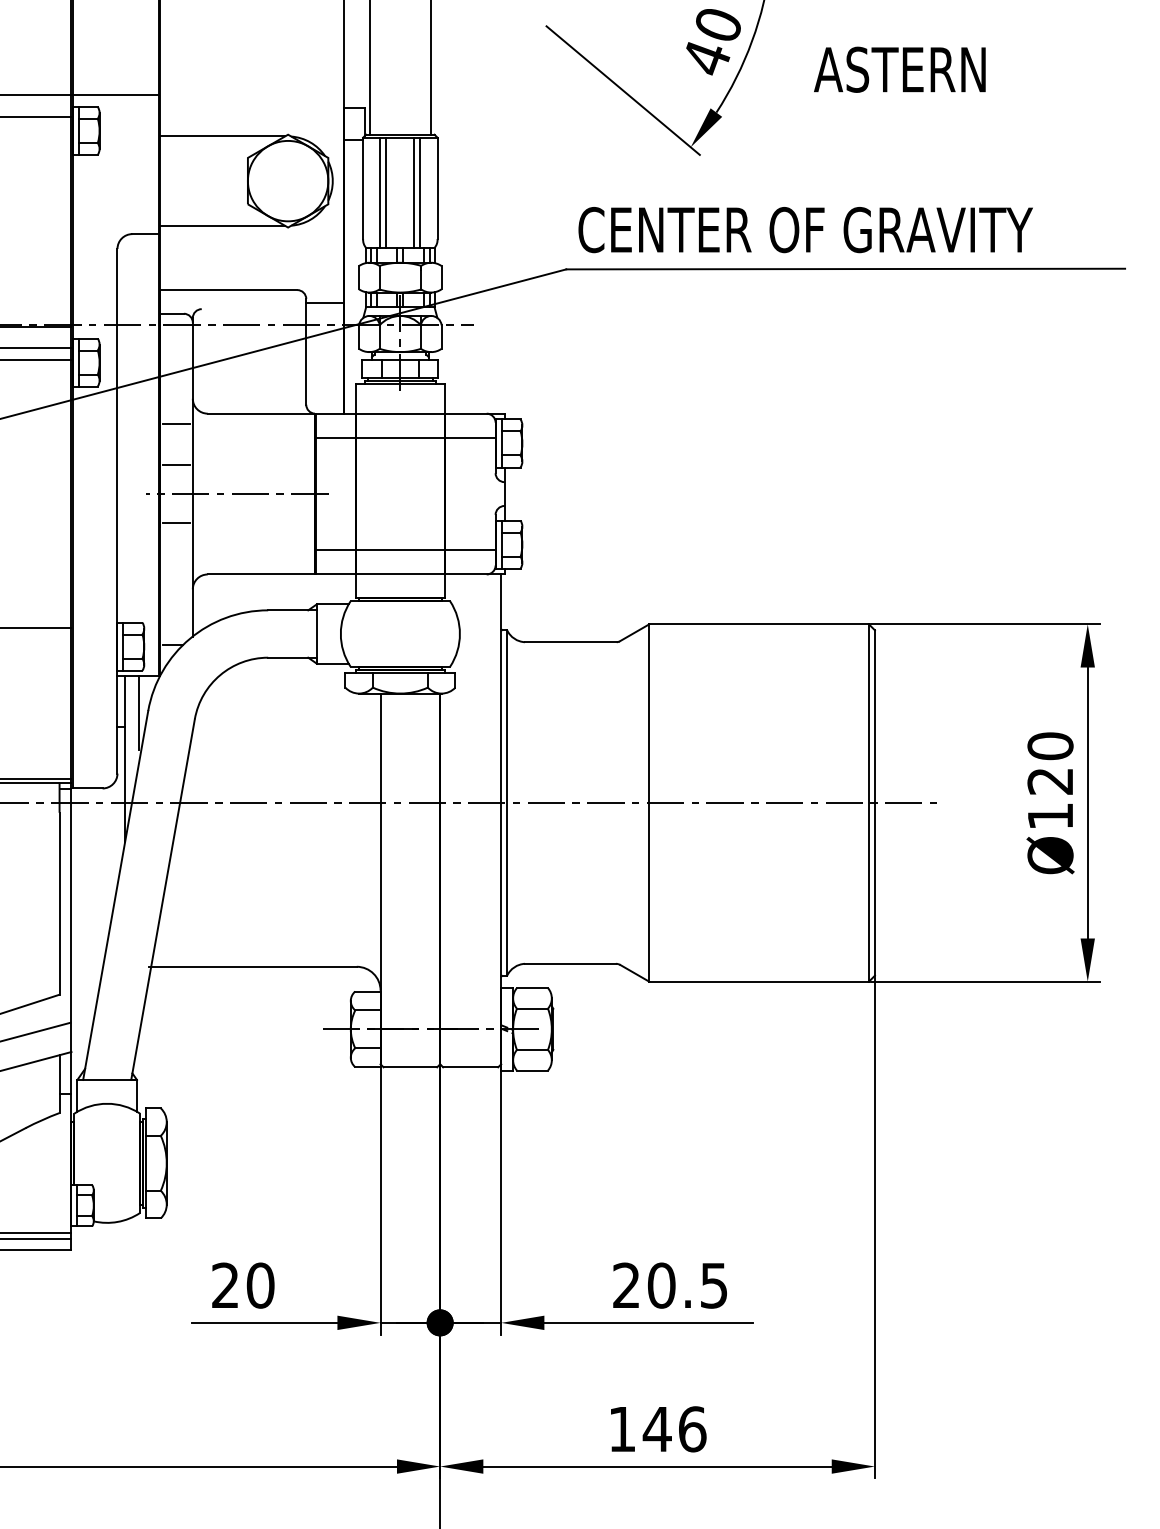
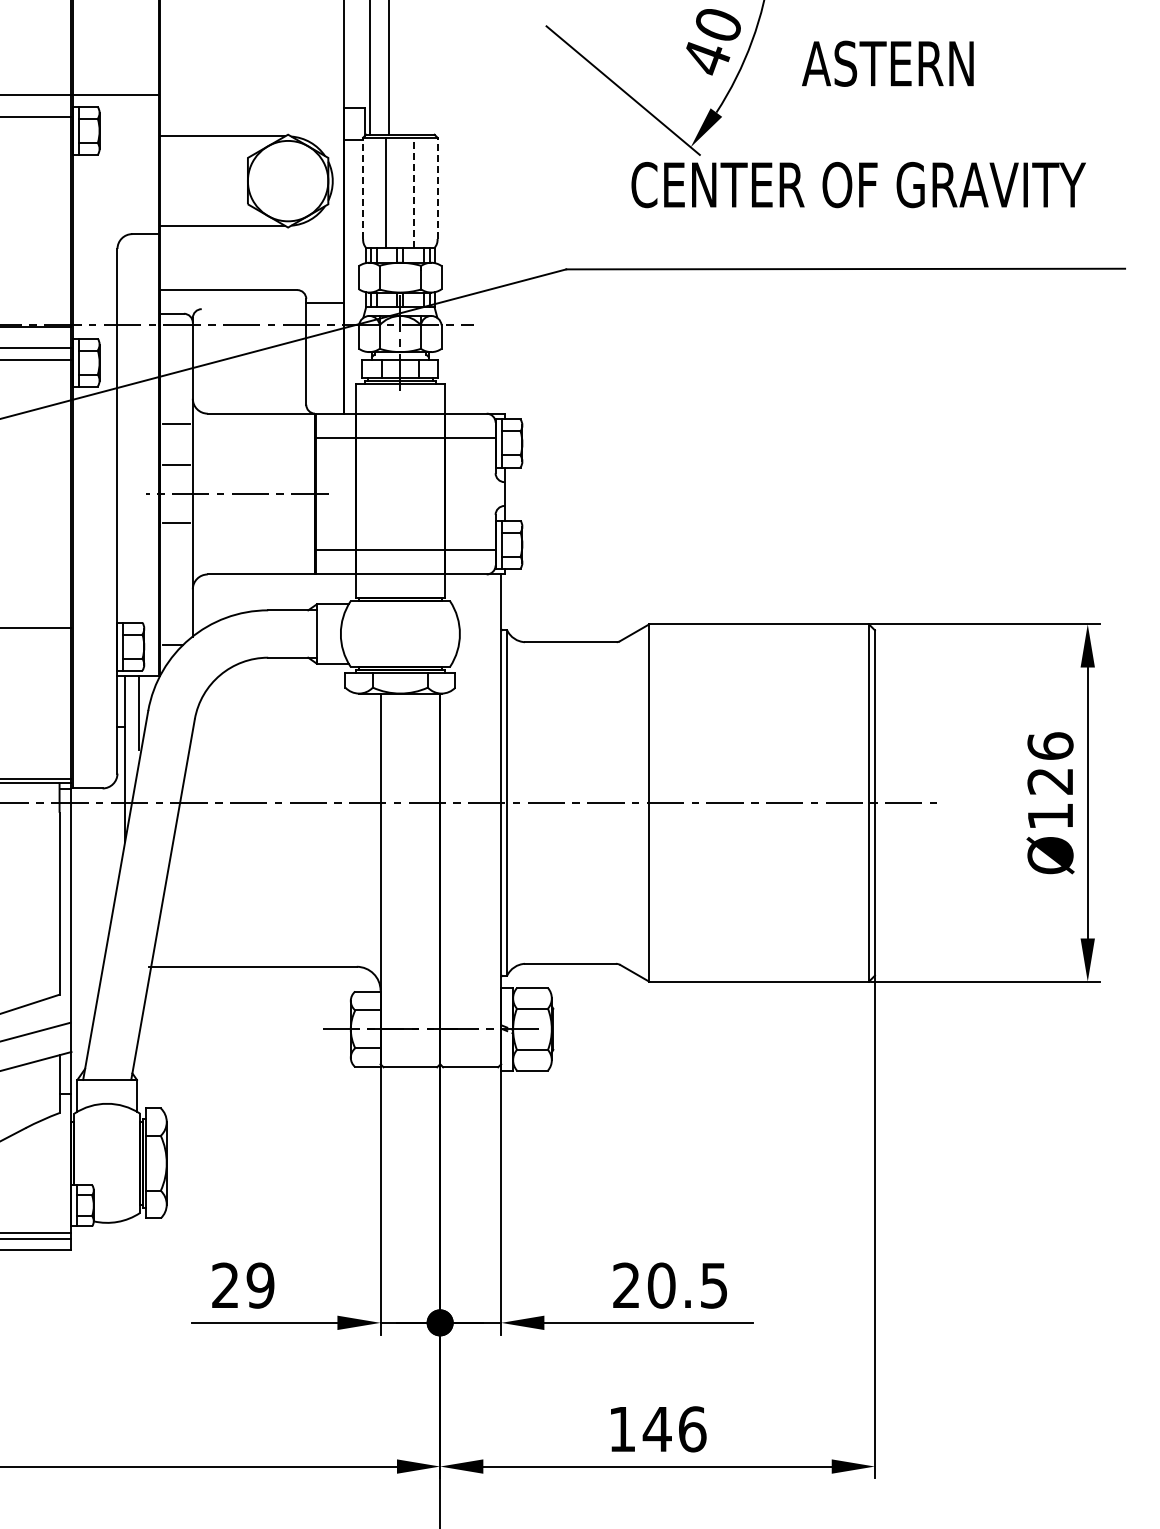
line at (431, 68) position: (431, 68) -> (389, 68)
text at (899, 69) position: (899, 69) -> (887, 63)
line at (363, 188): solid -> dashed
line at (437, 188): solid -> dashed
line at (380, 192): present -> none
line at (414, 192): solid -> dashed
line at (420, 192): present -> none
text at (805, 230) position: (805, 230) -> (858, 185)
text at (1050, 746): Ø120 -> Ø126
text at (260, 1285): 20 -> 29
